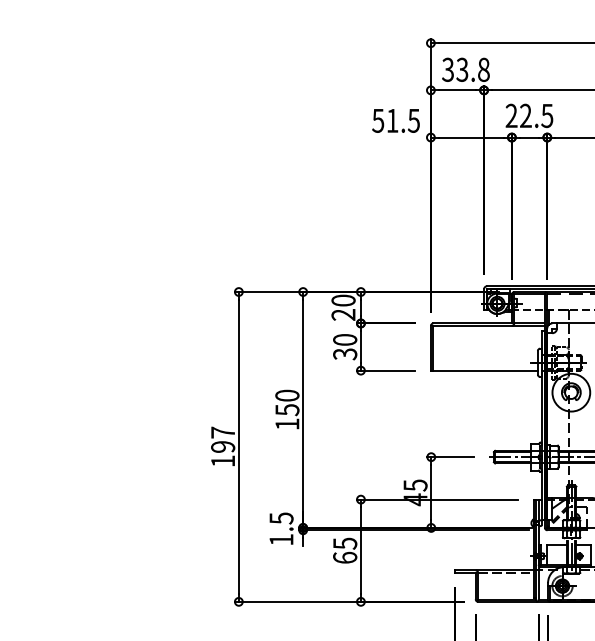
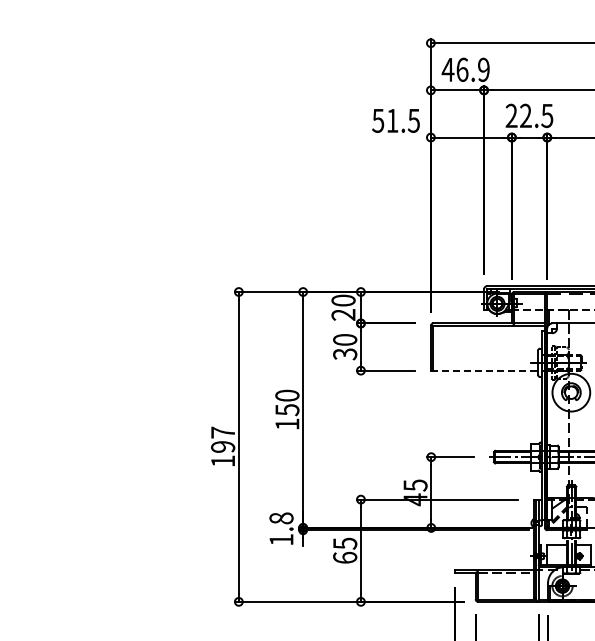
text at (465, 69): 33.8 -> 46.9
line at (484, 370): solid -> dashed
text at (281, 518): 1.5 -> 1.8
